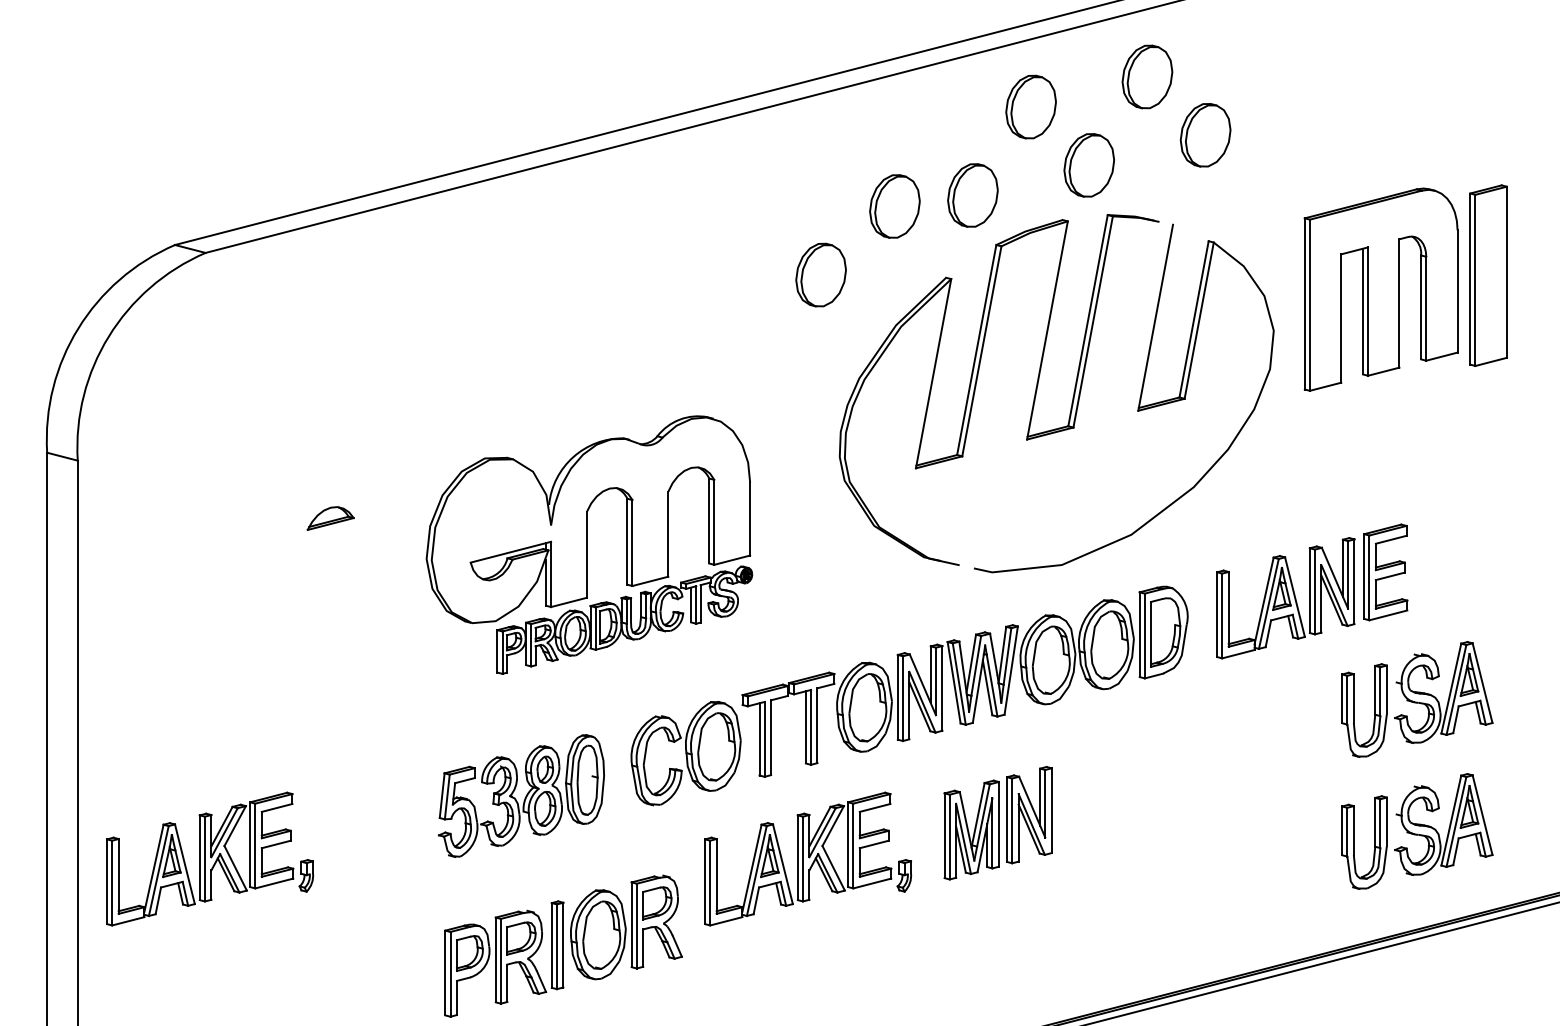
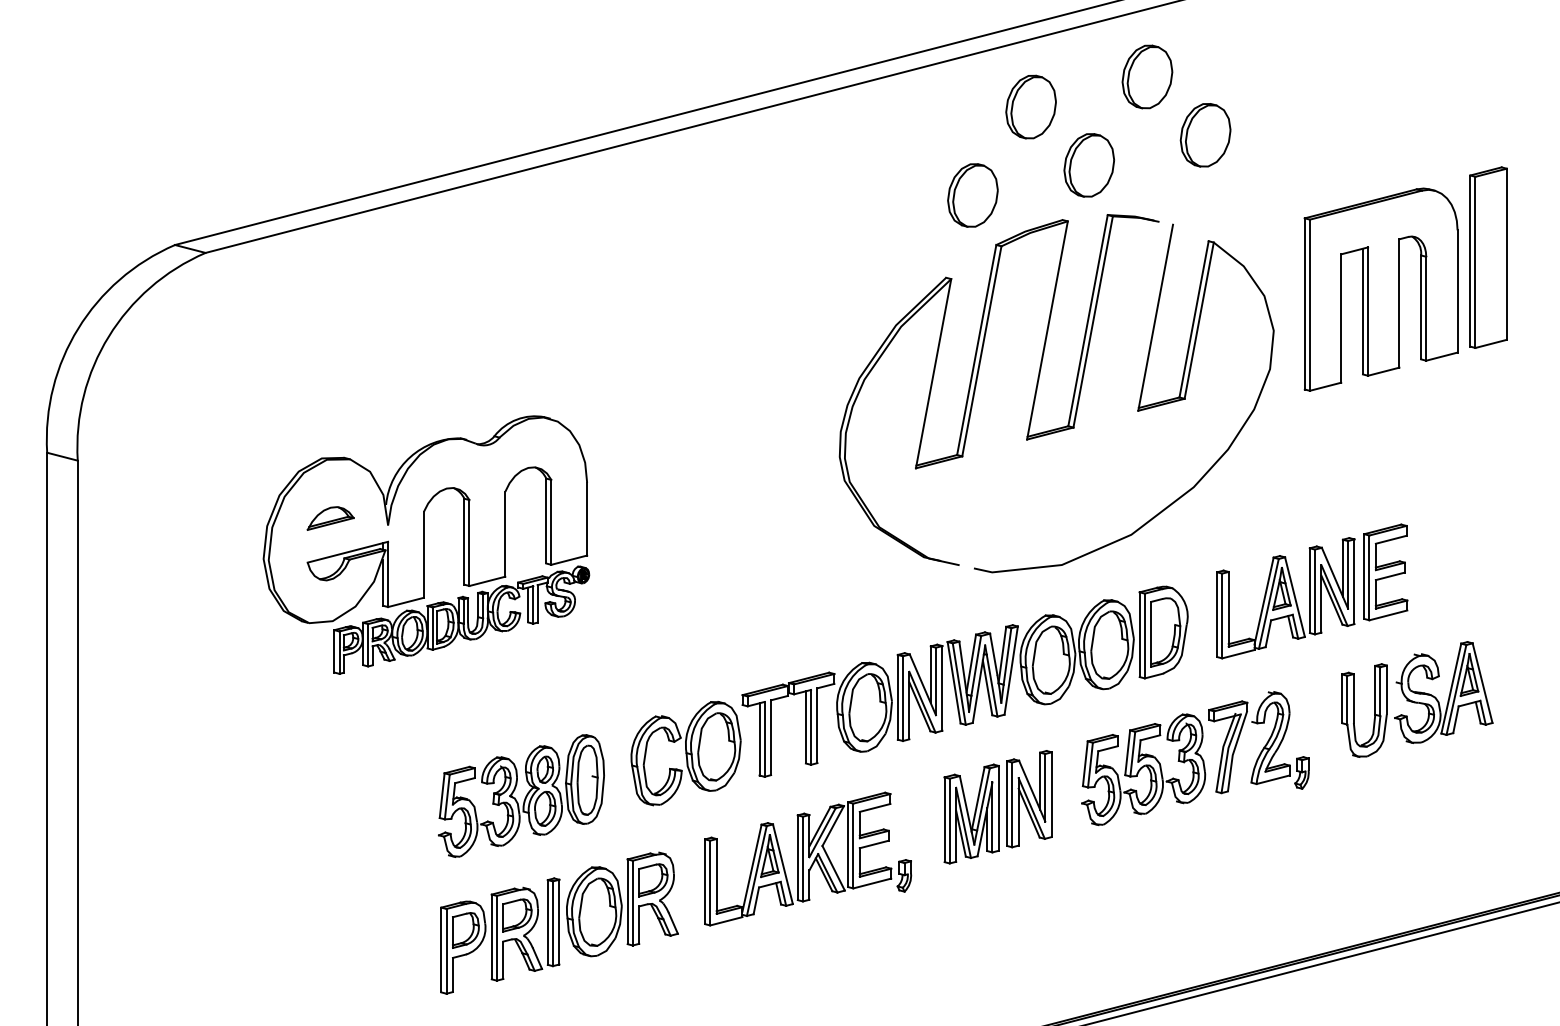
part at (894, 206): present -> none
part at (820, 274): present -> none
part at (1488, 275) position: (1488, 275) -> (1488, 257)
part at (589, 544) position: (589, 544) -> (426, 544)
part at (1195, 758): none -> present
part at (997, 823) position: (997, 823) -> (997, 807)
part at (1417, 831): present -> none
part at (210, 858): present -> none
part at (563, 945) position: (563, 945) -> (559, 922)
